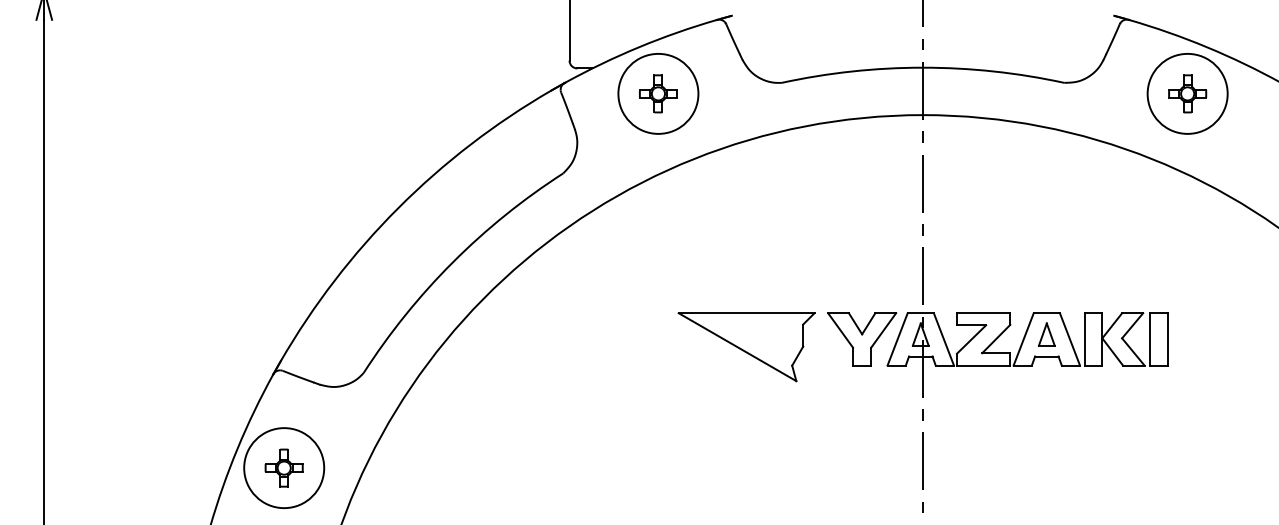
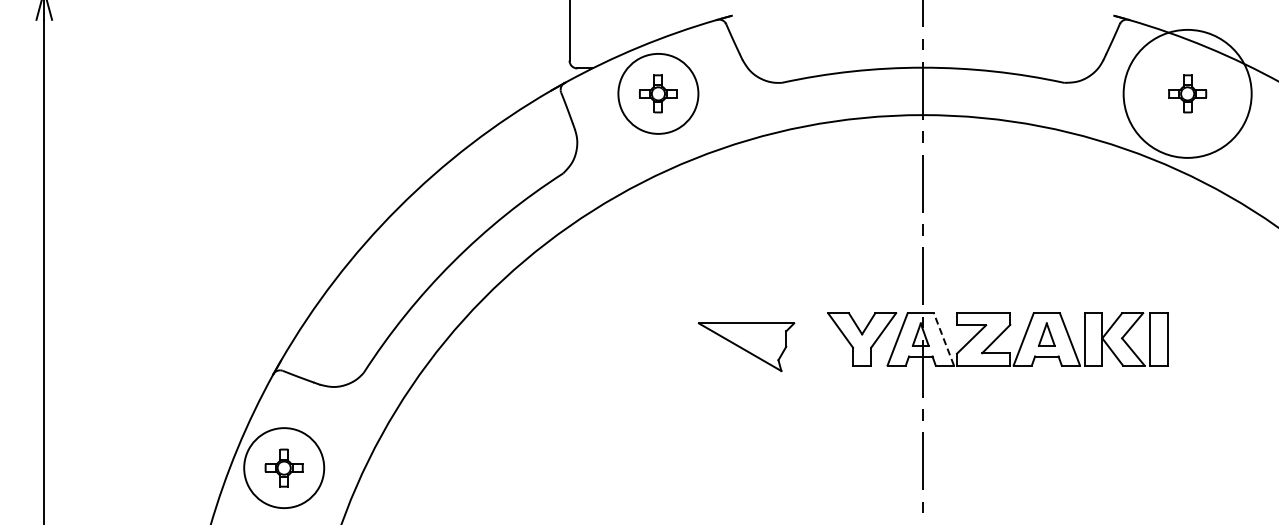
circle at (1187, 93) diameter: 80 px -> 128 px
line at (943, 338): solid -> dashed
part at (746, 347) size: 139x71 px -> 98x51 px
